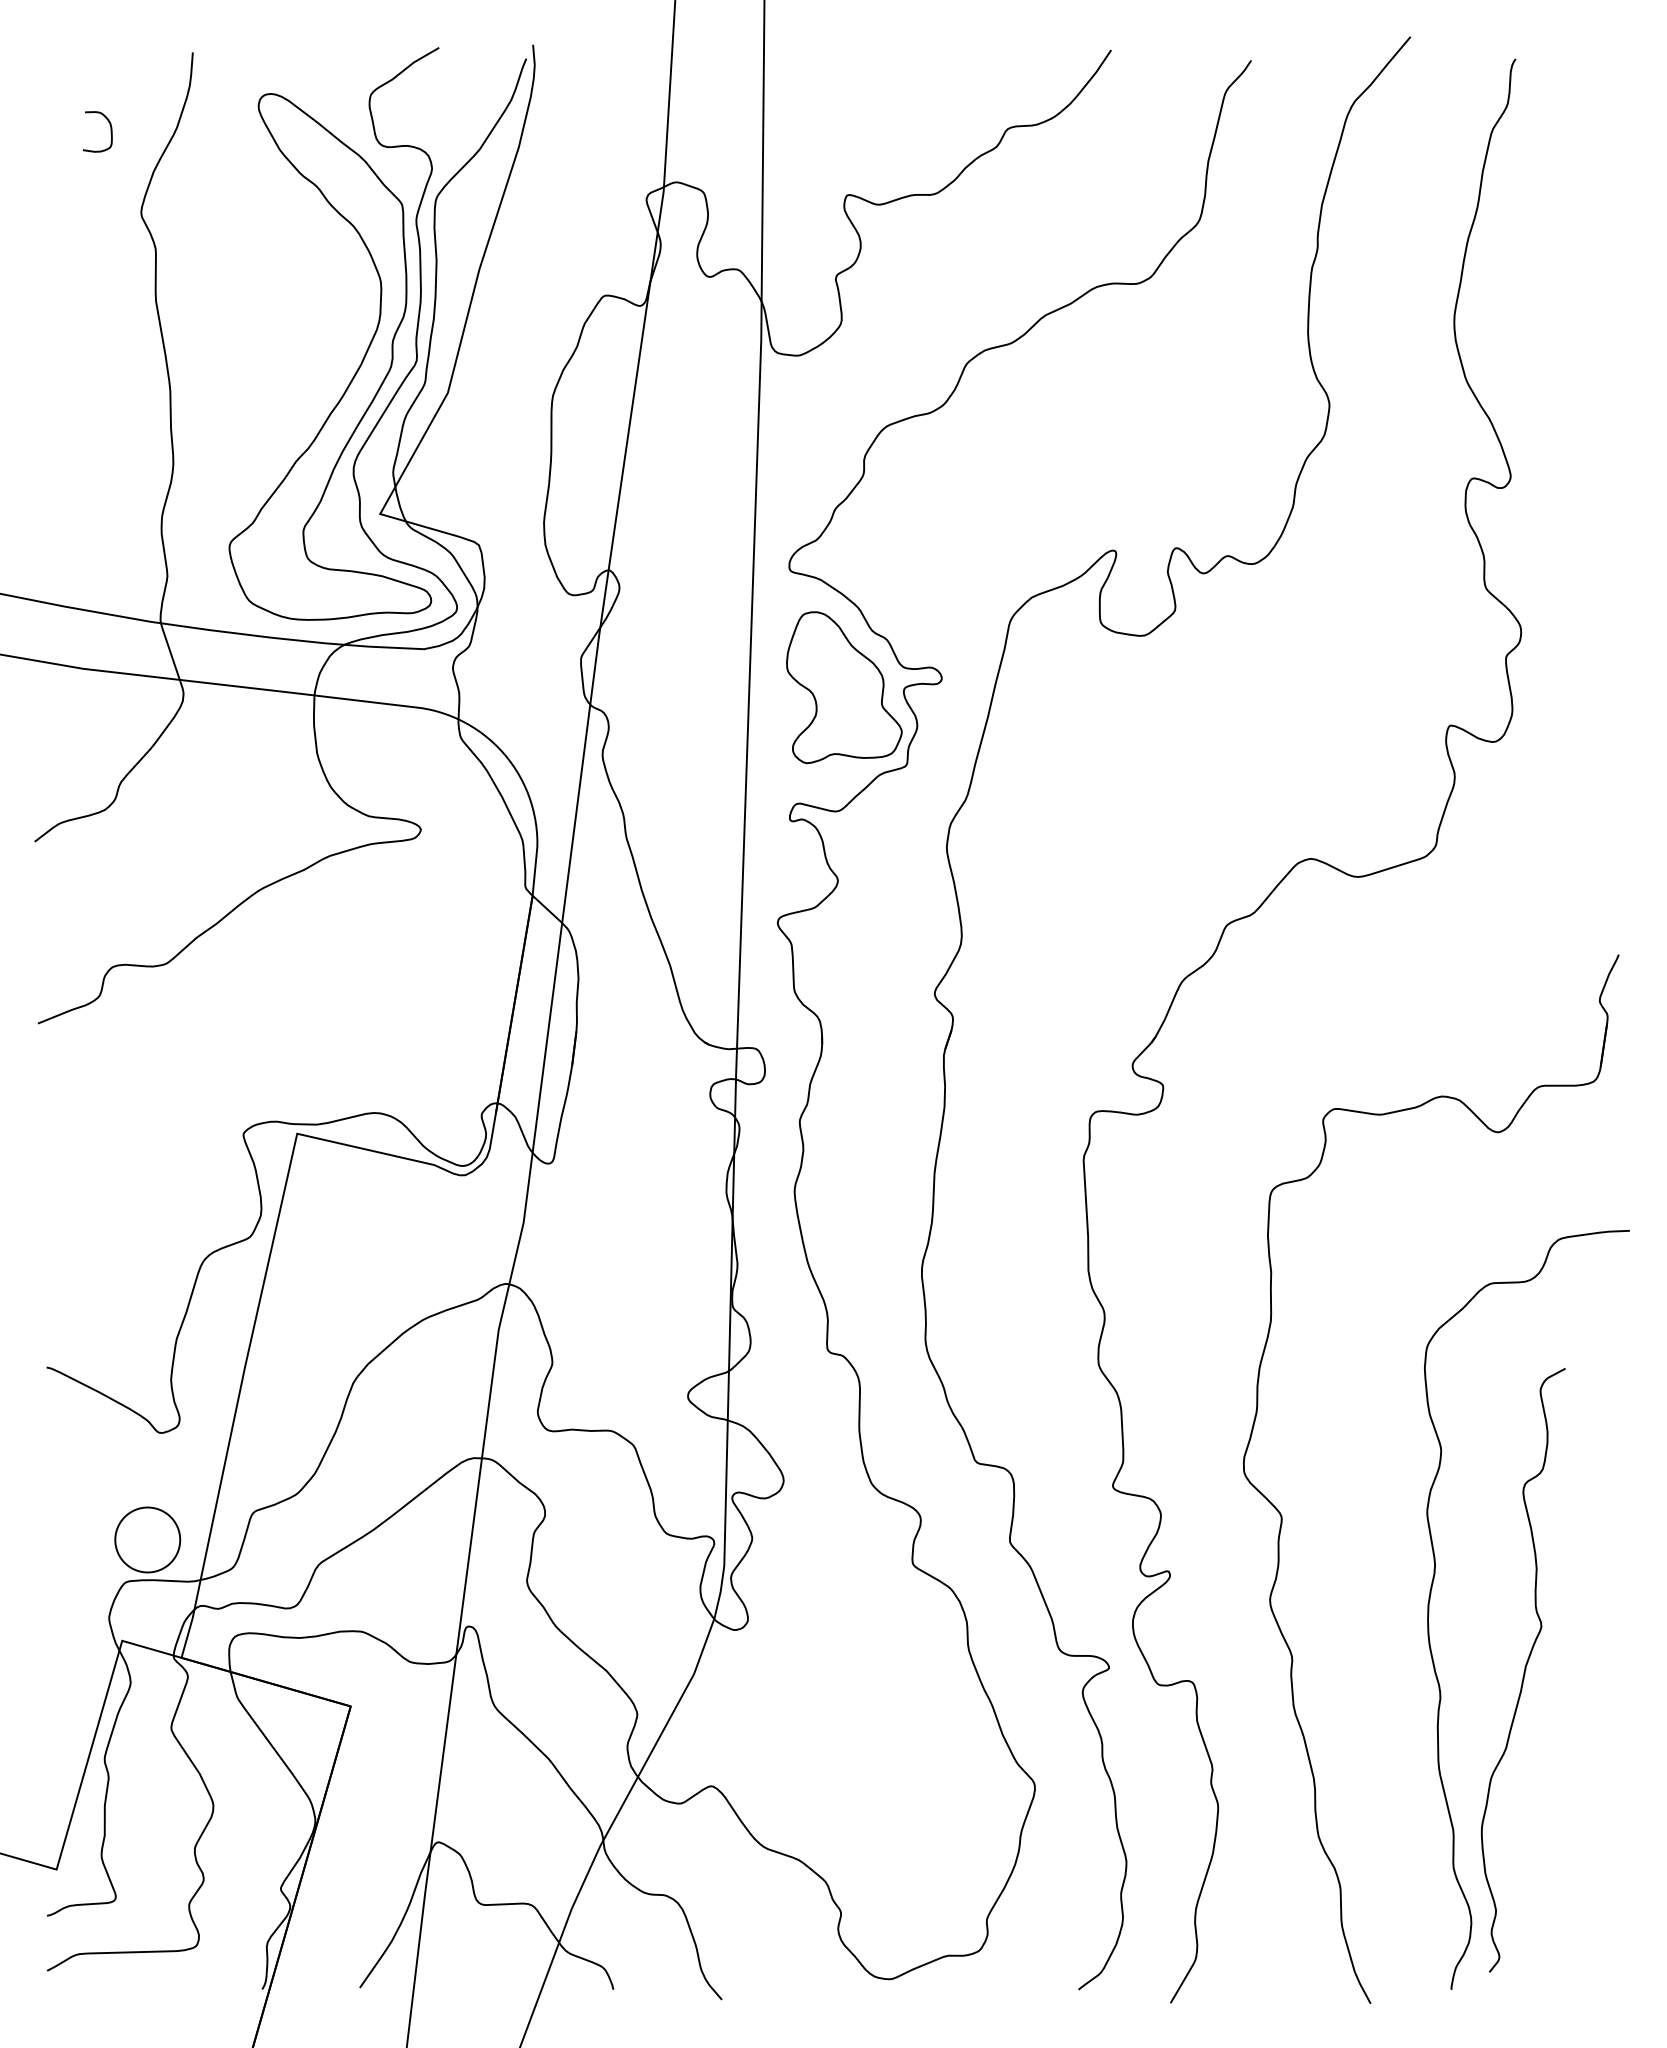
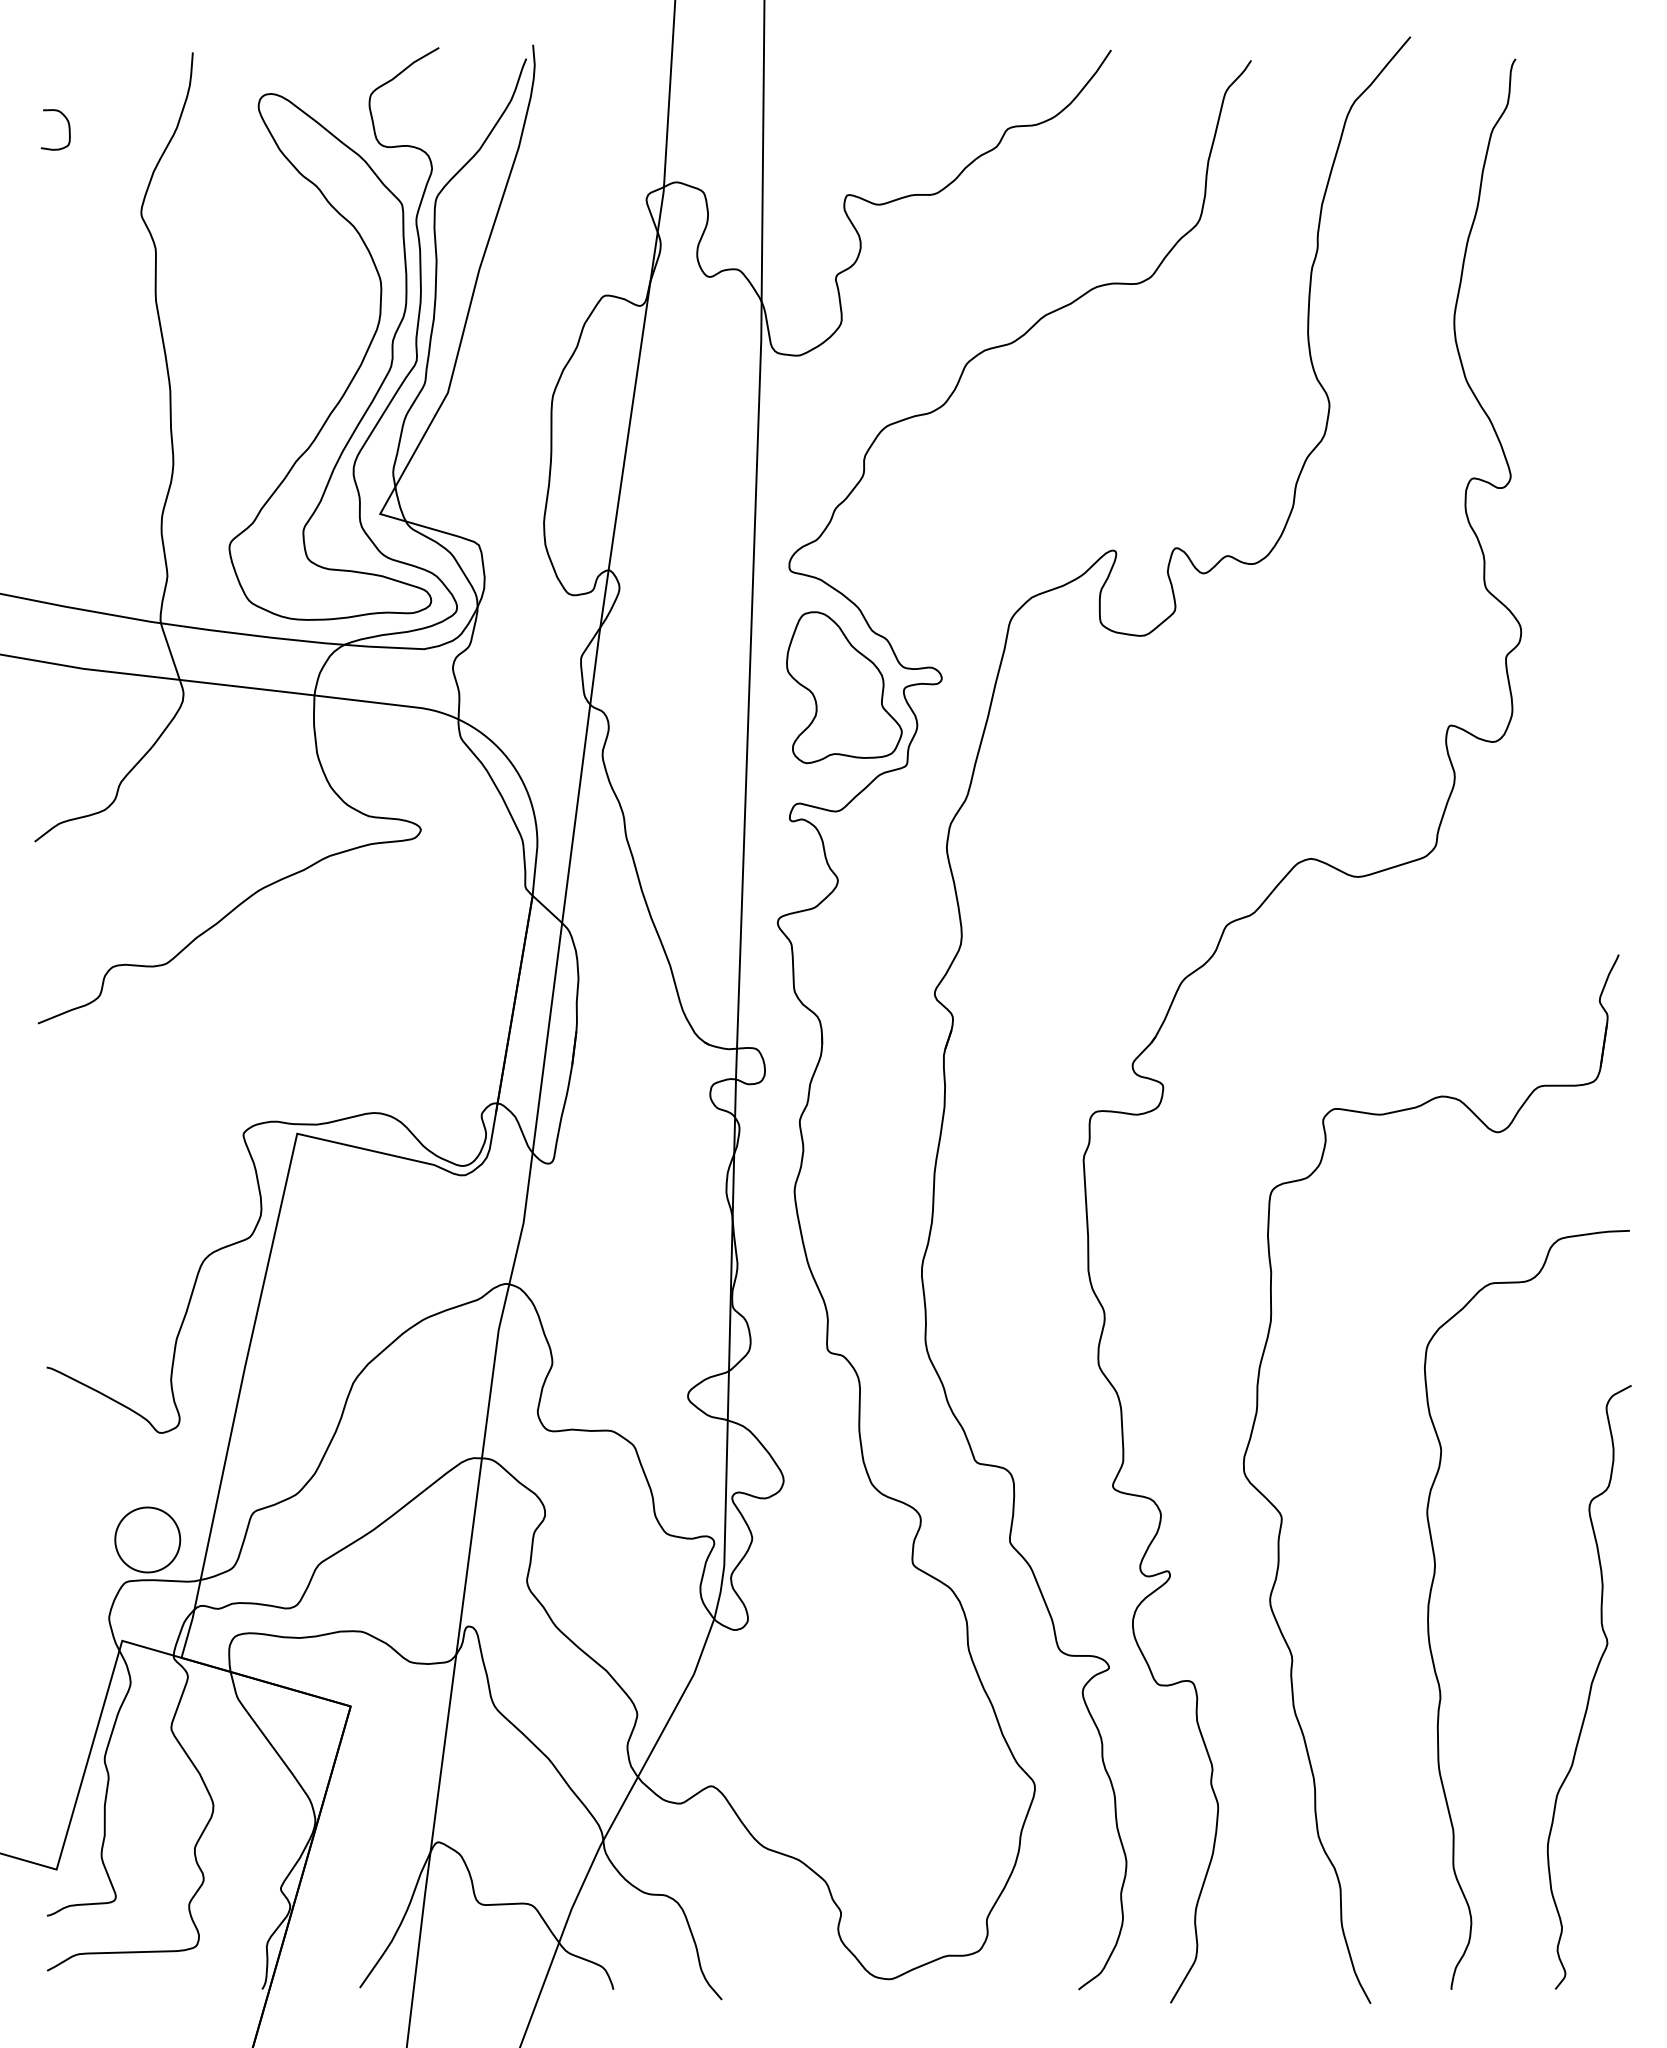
curve at (110, 131) position: (110, 131) -> (68, 129)
curve at (1523, 1671) position: (1523, 1671) -> (1589, 1688)
